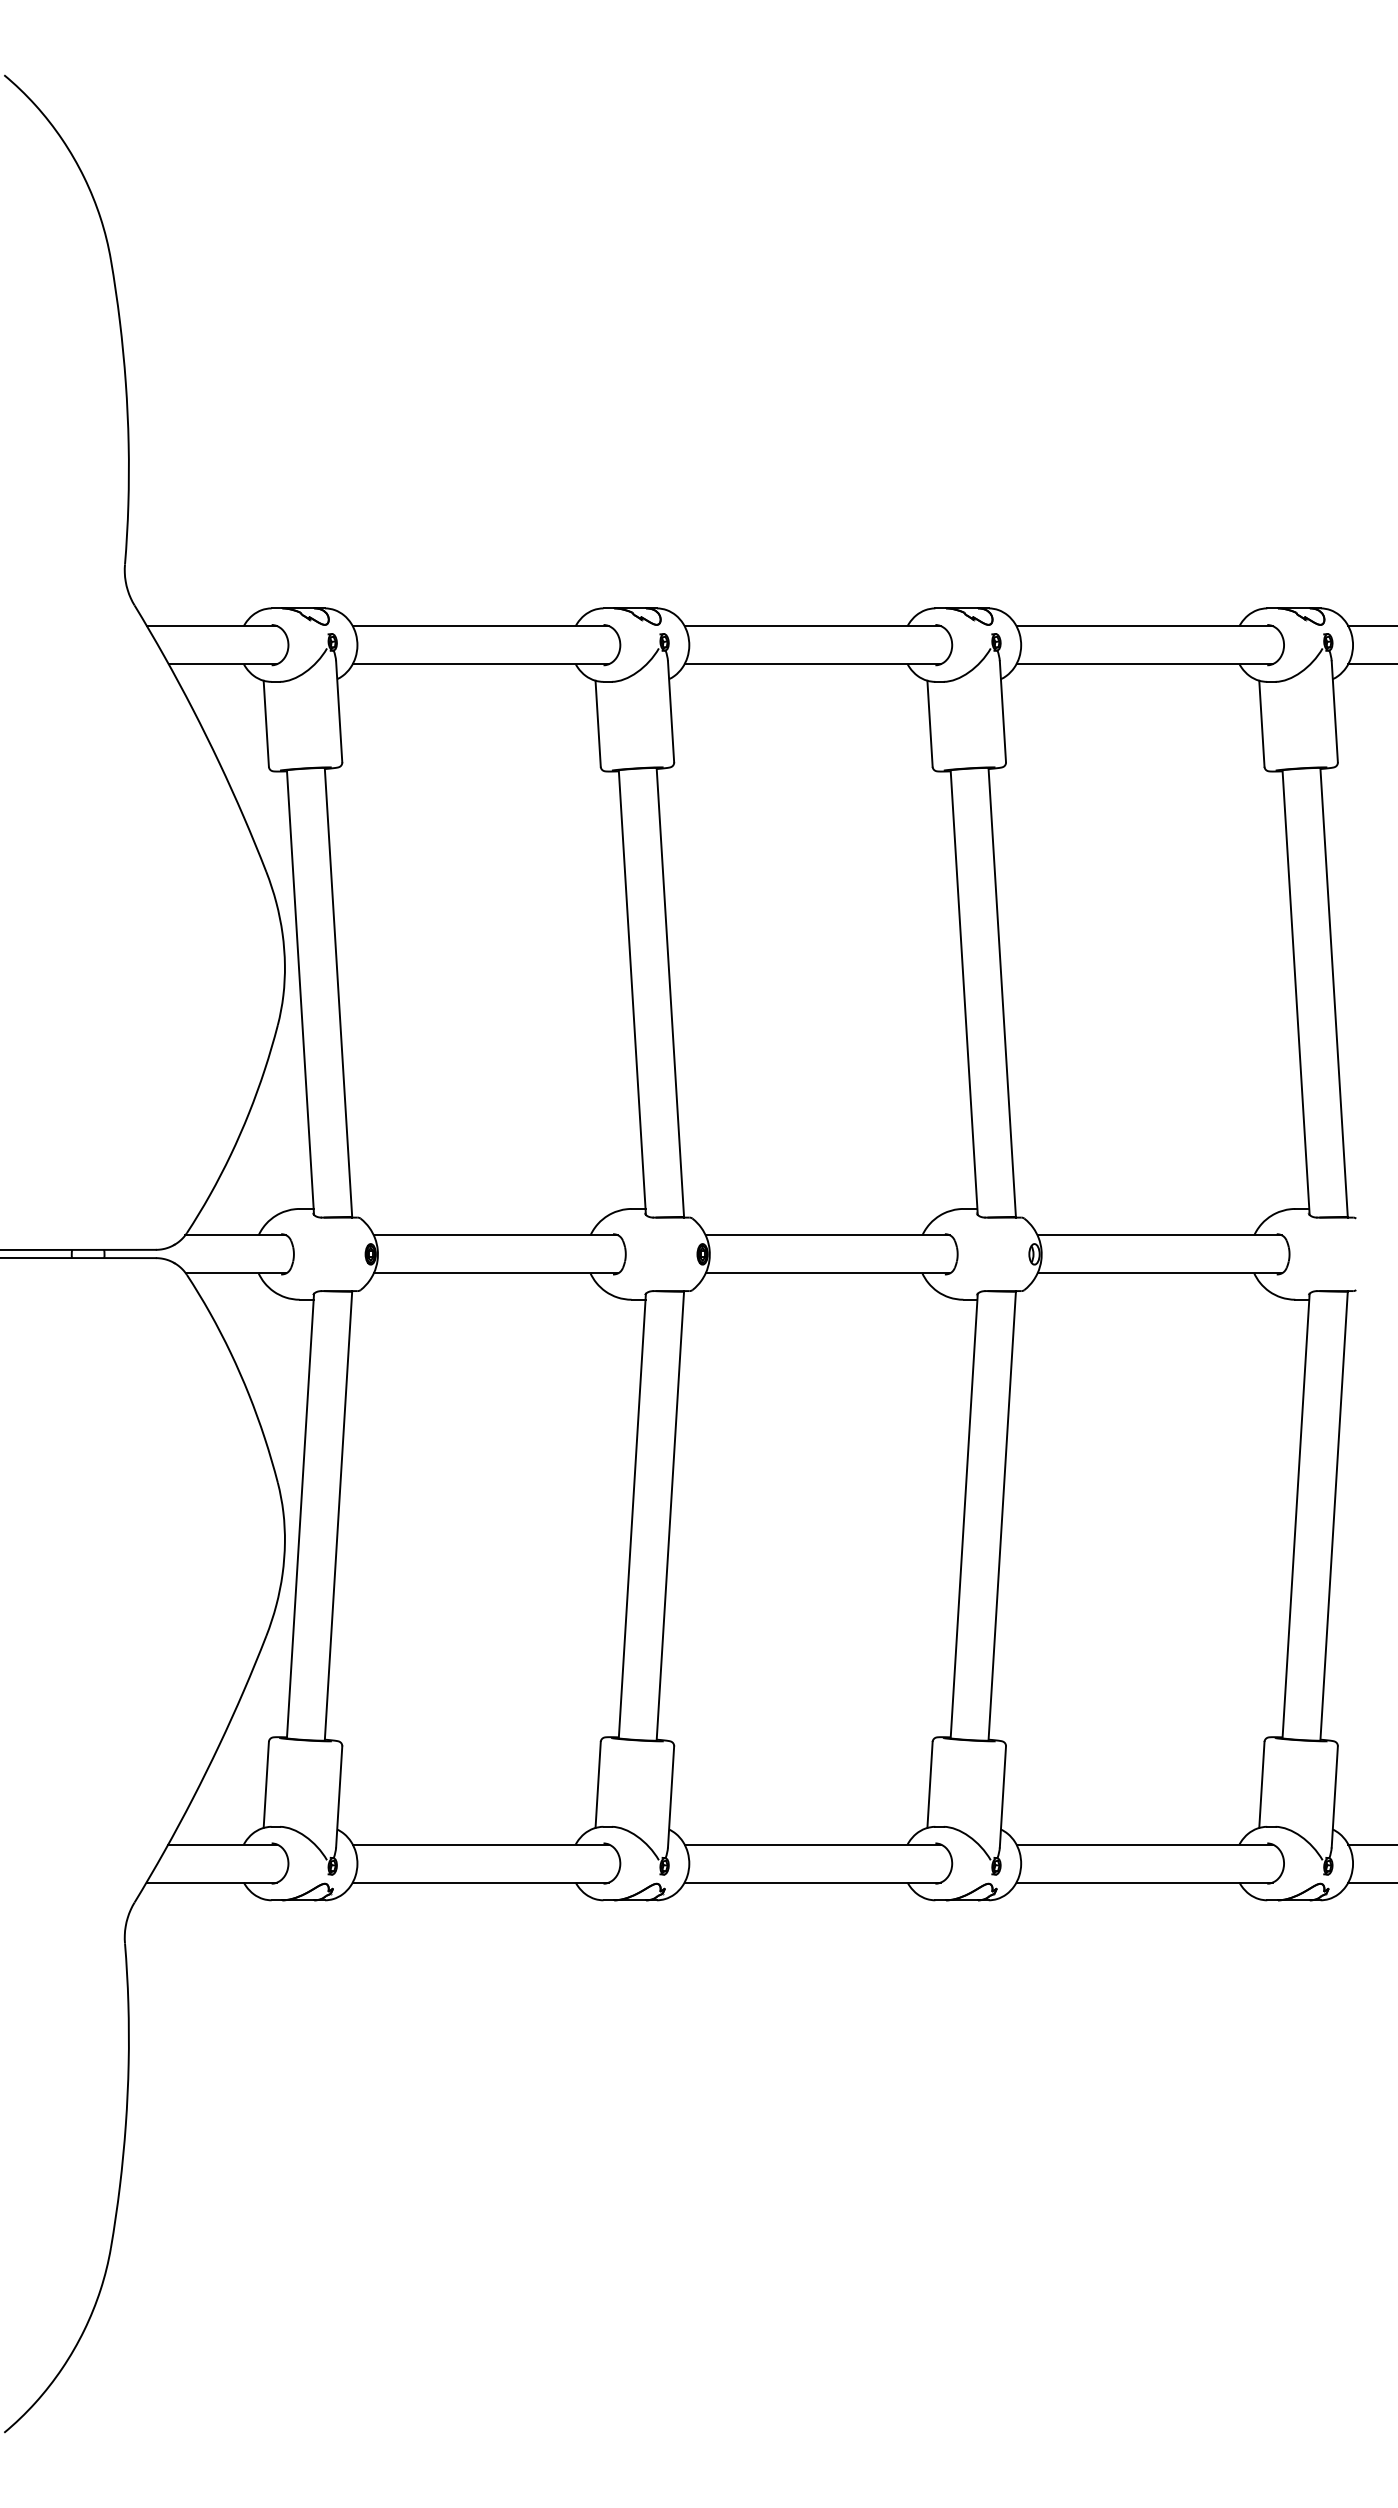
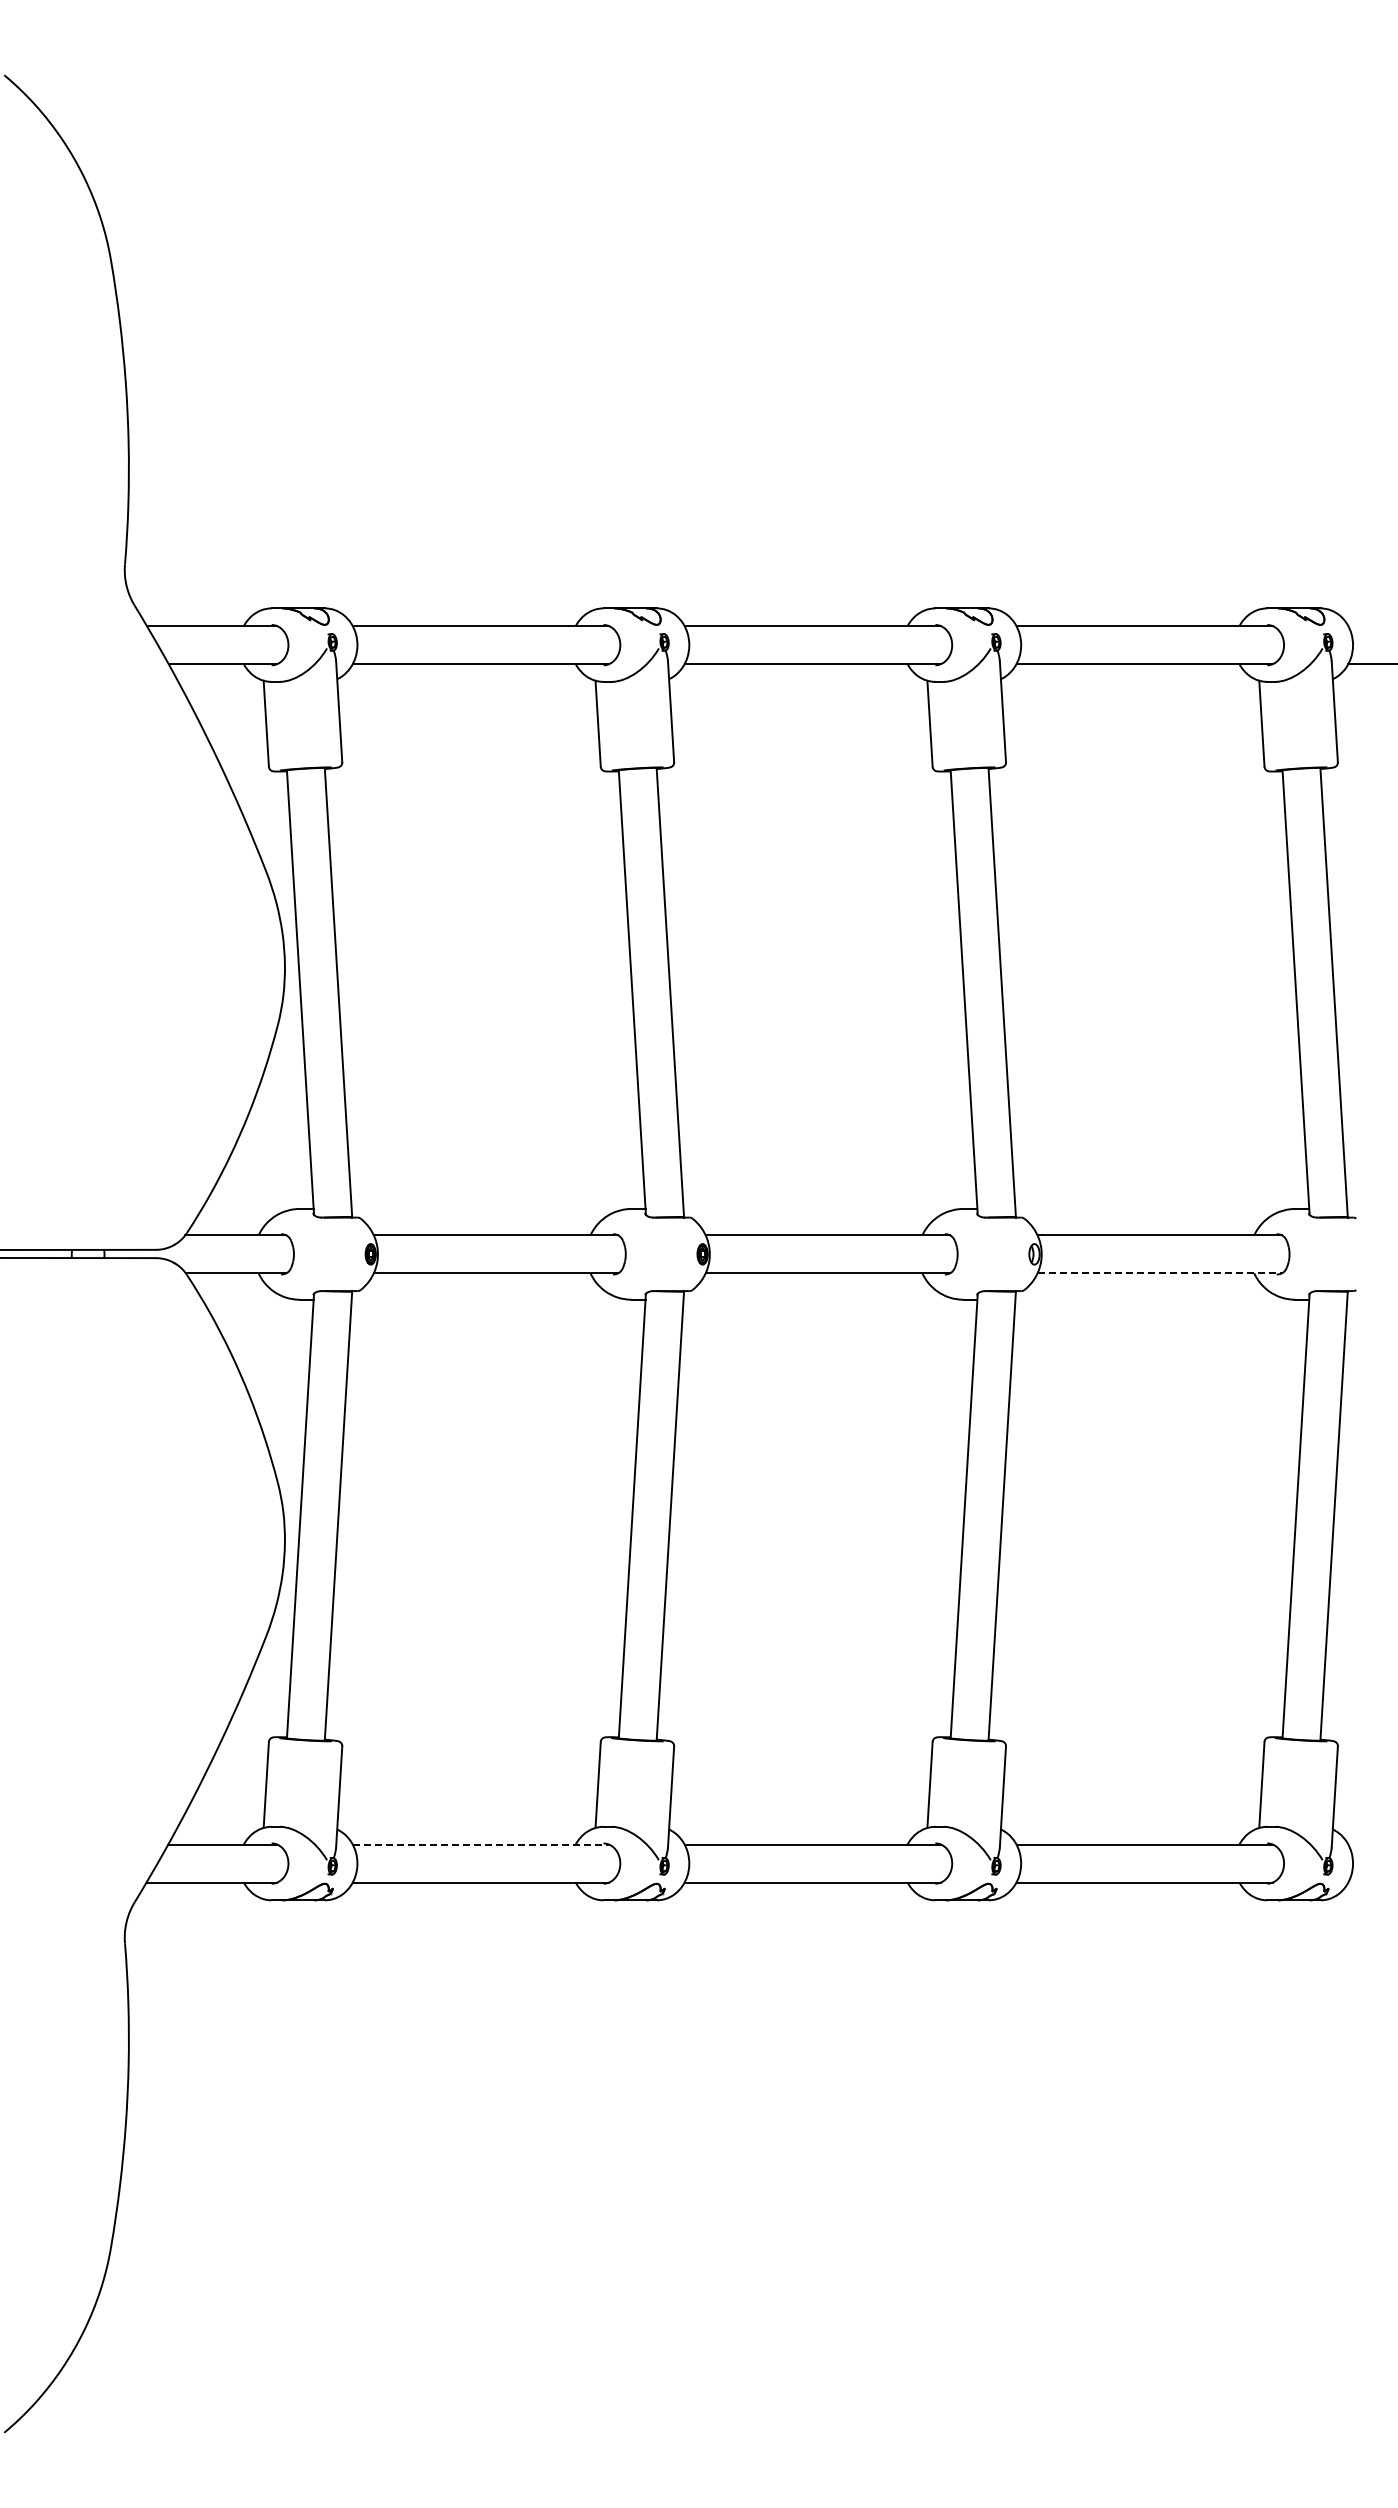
line at (1371, 626): present -> none
line at (1160, 1273): solid -> dashed
line at (481, 1844): solid -> dashed
line at (1371, 1844): present -> none
line at (1371, 1882): present -> none
